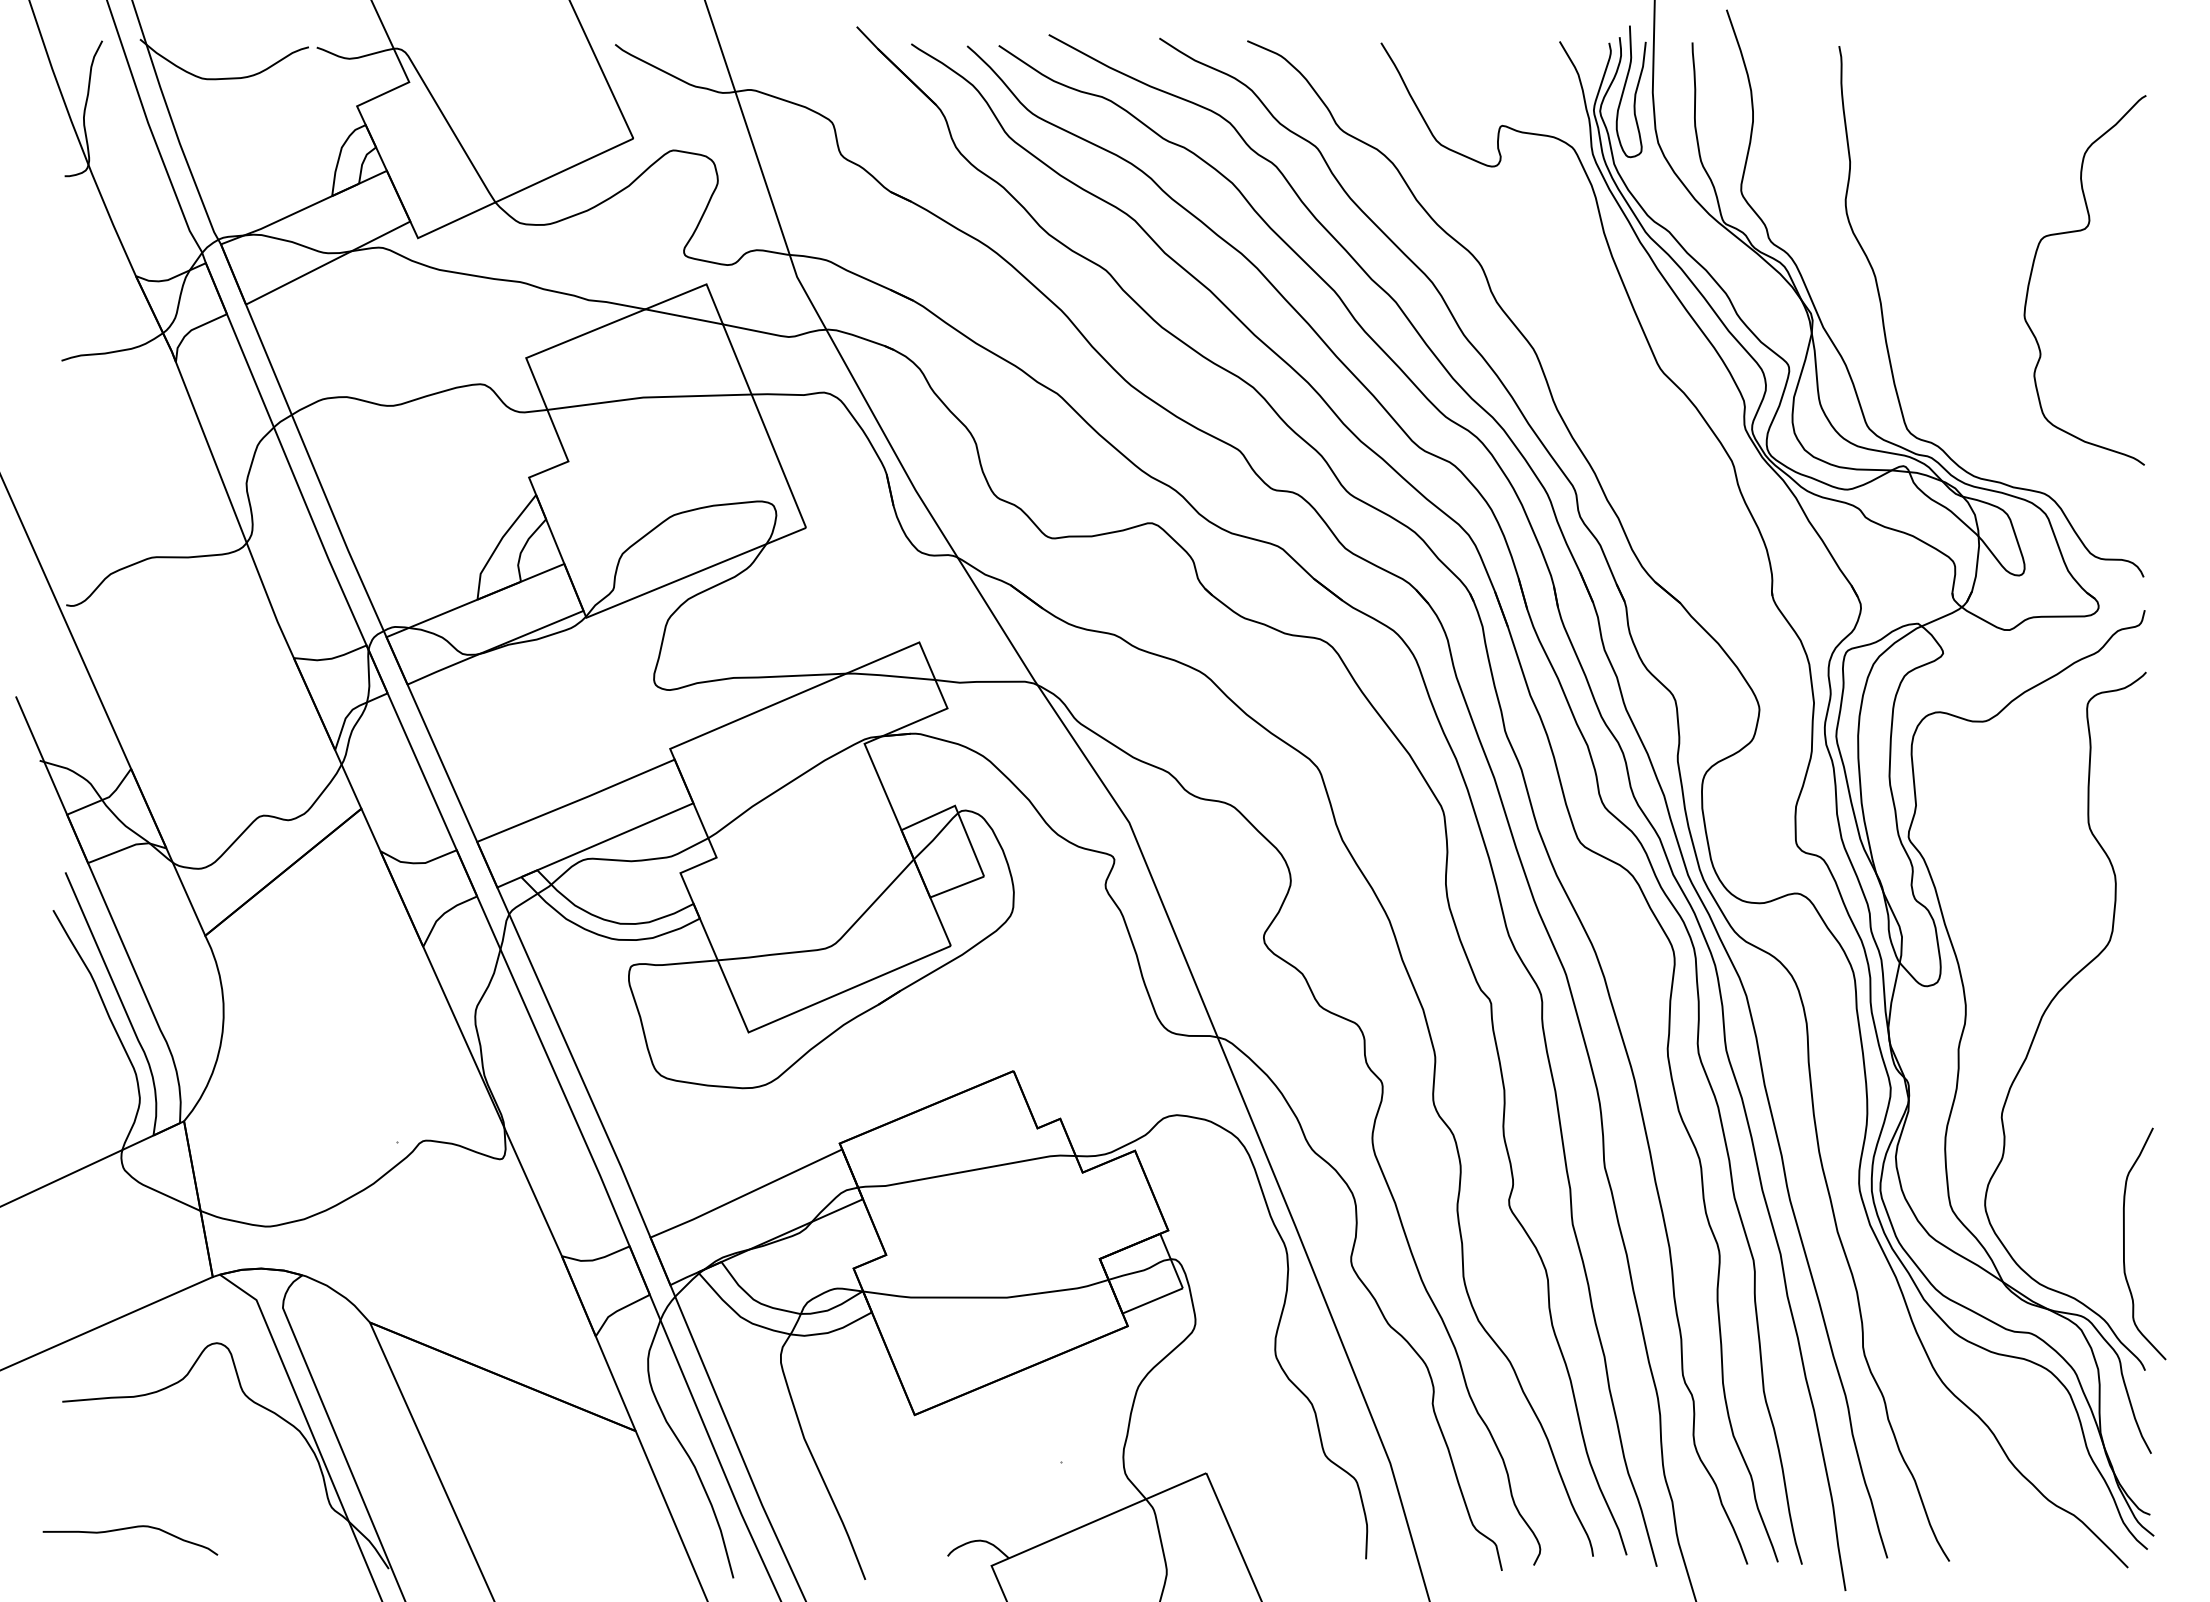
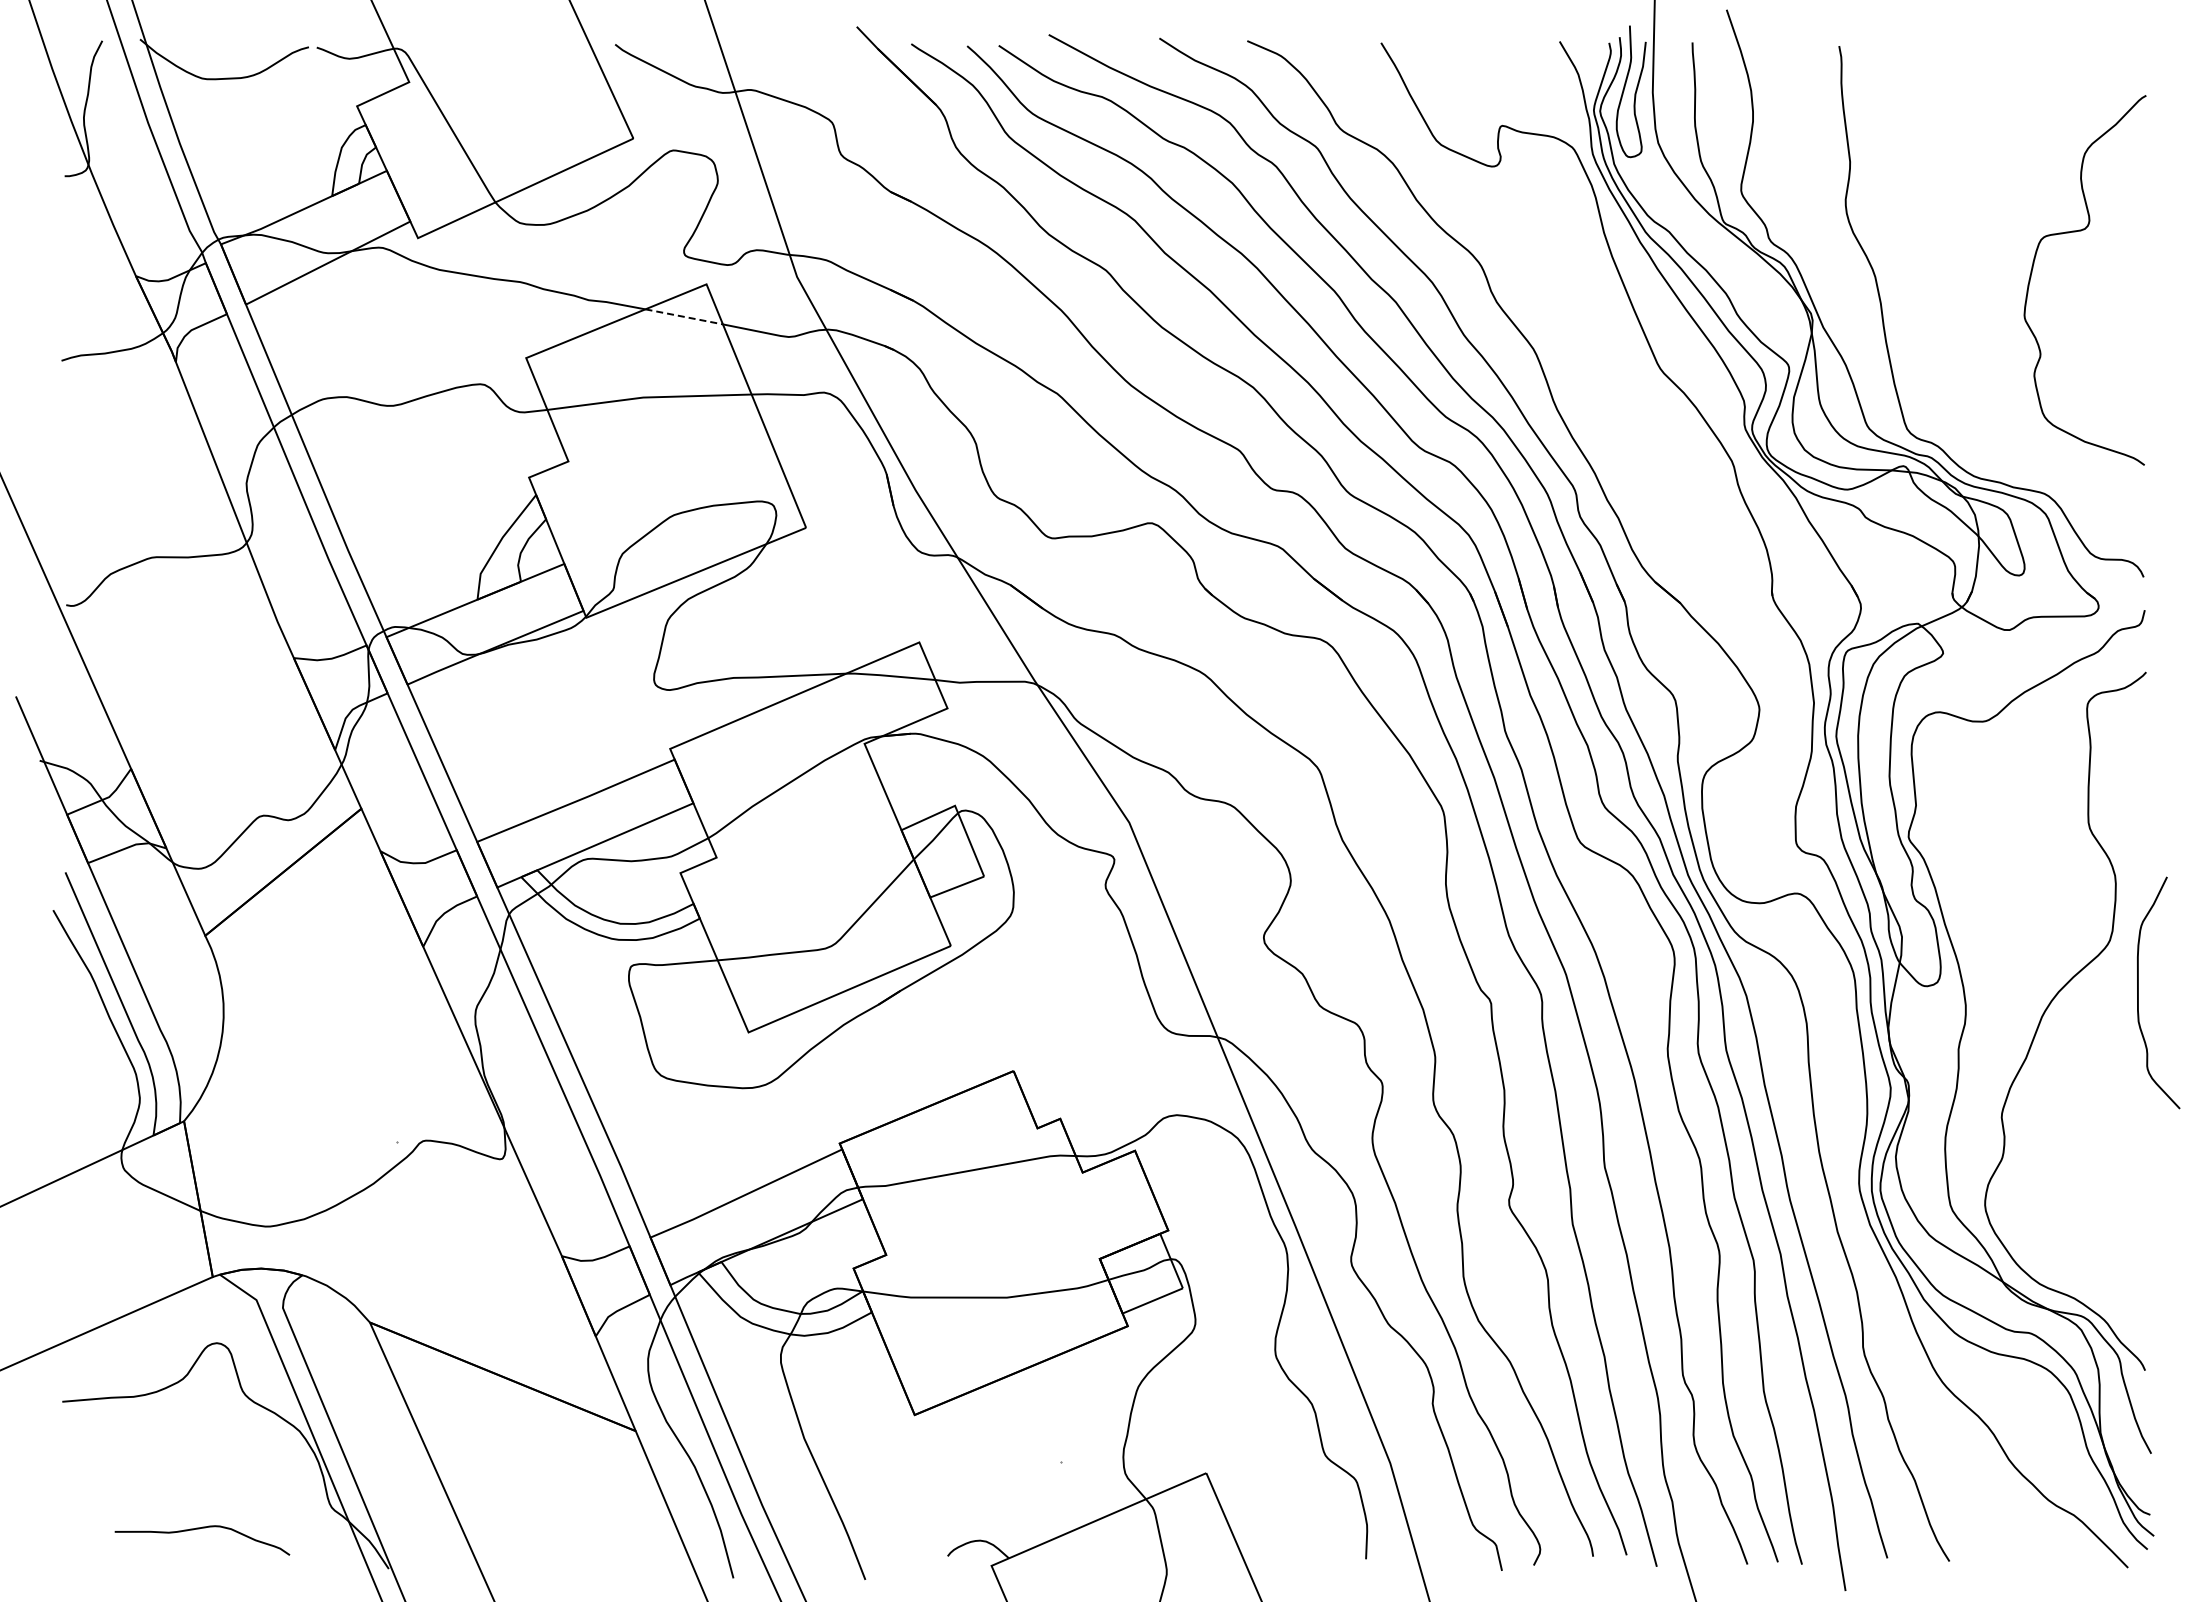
line at (684, 316): solid -> dashed
curve at (2124, 1243) position: (2124, 1243) -> (2138, 992)
curve at (127, 1529) position: (127, 1529) -> (199, 1529)
